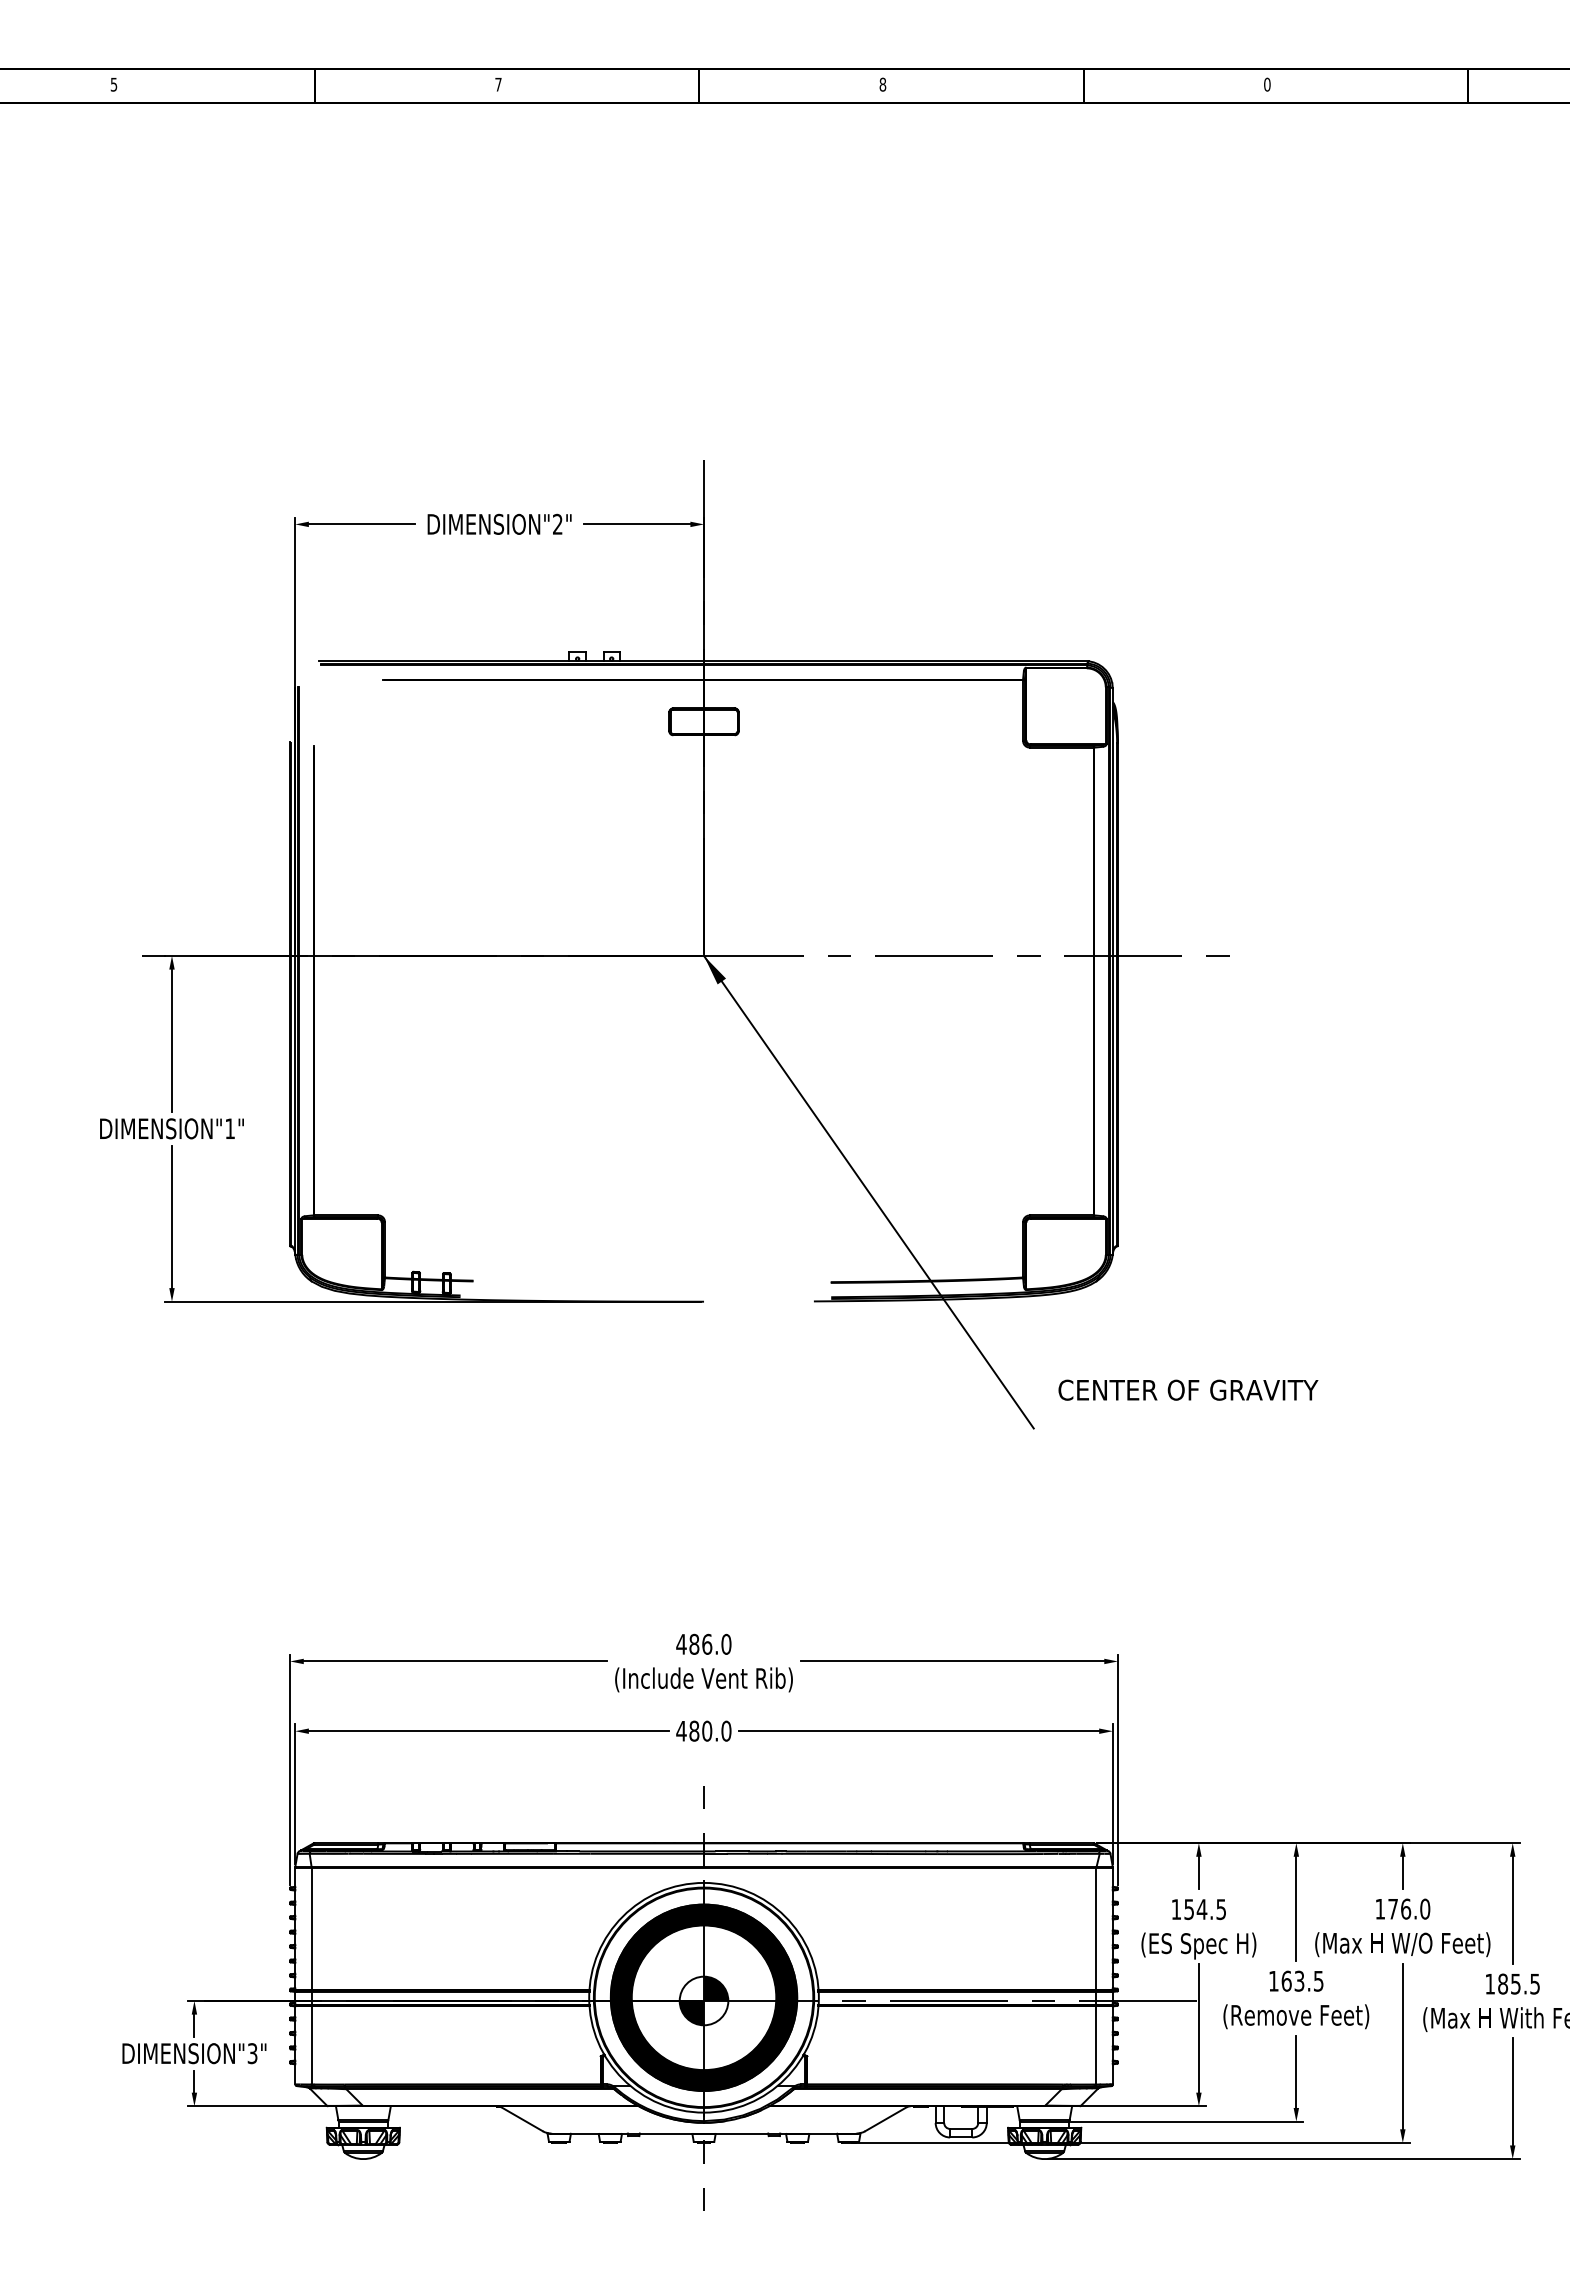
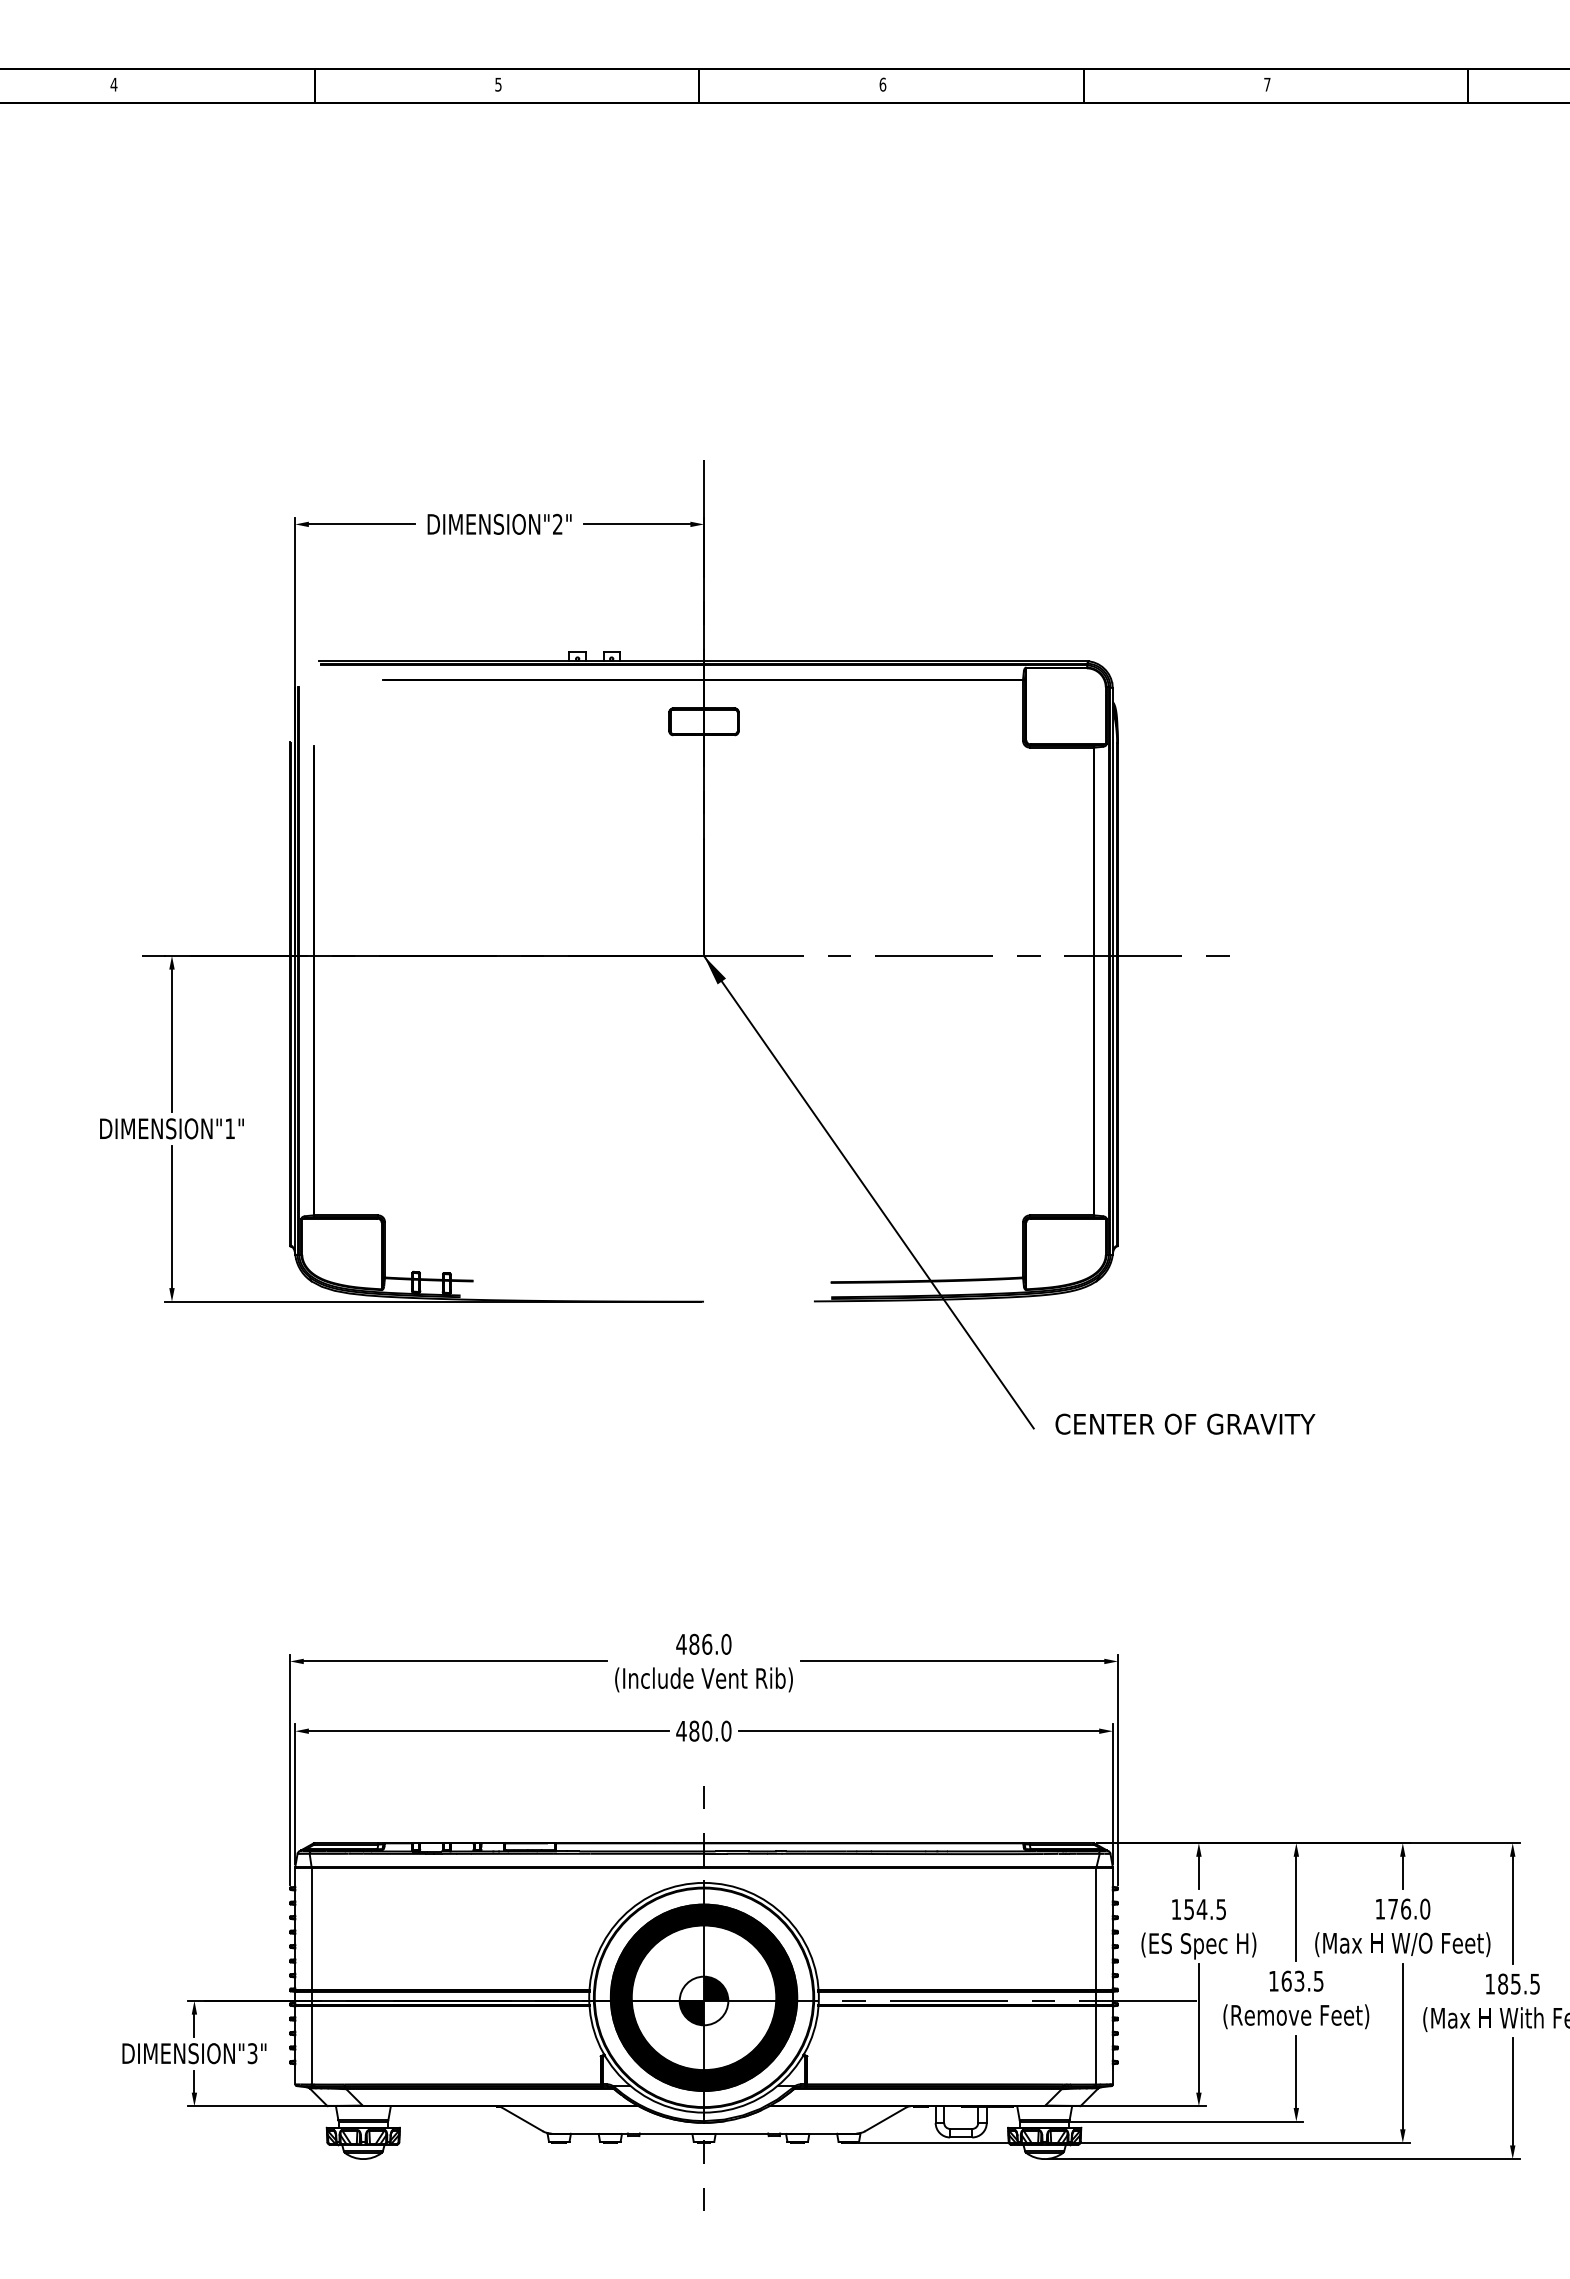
text at (113, 84): 5 -> 4
text at (498, 84): 7 -> 5
text at (882, 84): 8 -> 6
text at (1267, 84): 0 -> 7
text at (1188, 1389) position: (1188, 1389) -> (1185, 1423)
